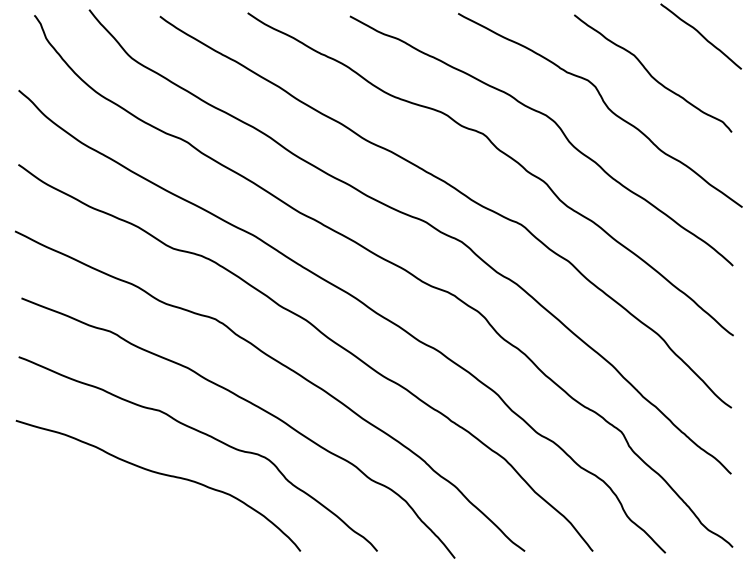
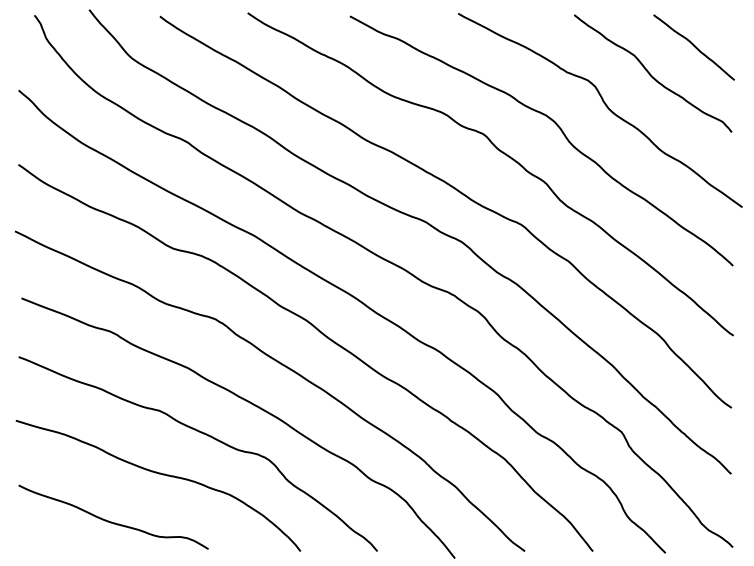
curve at (700, 35) position: (700, 35) -> (693, 46)
curve at (112, 521): none -> present
